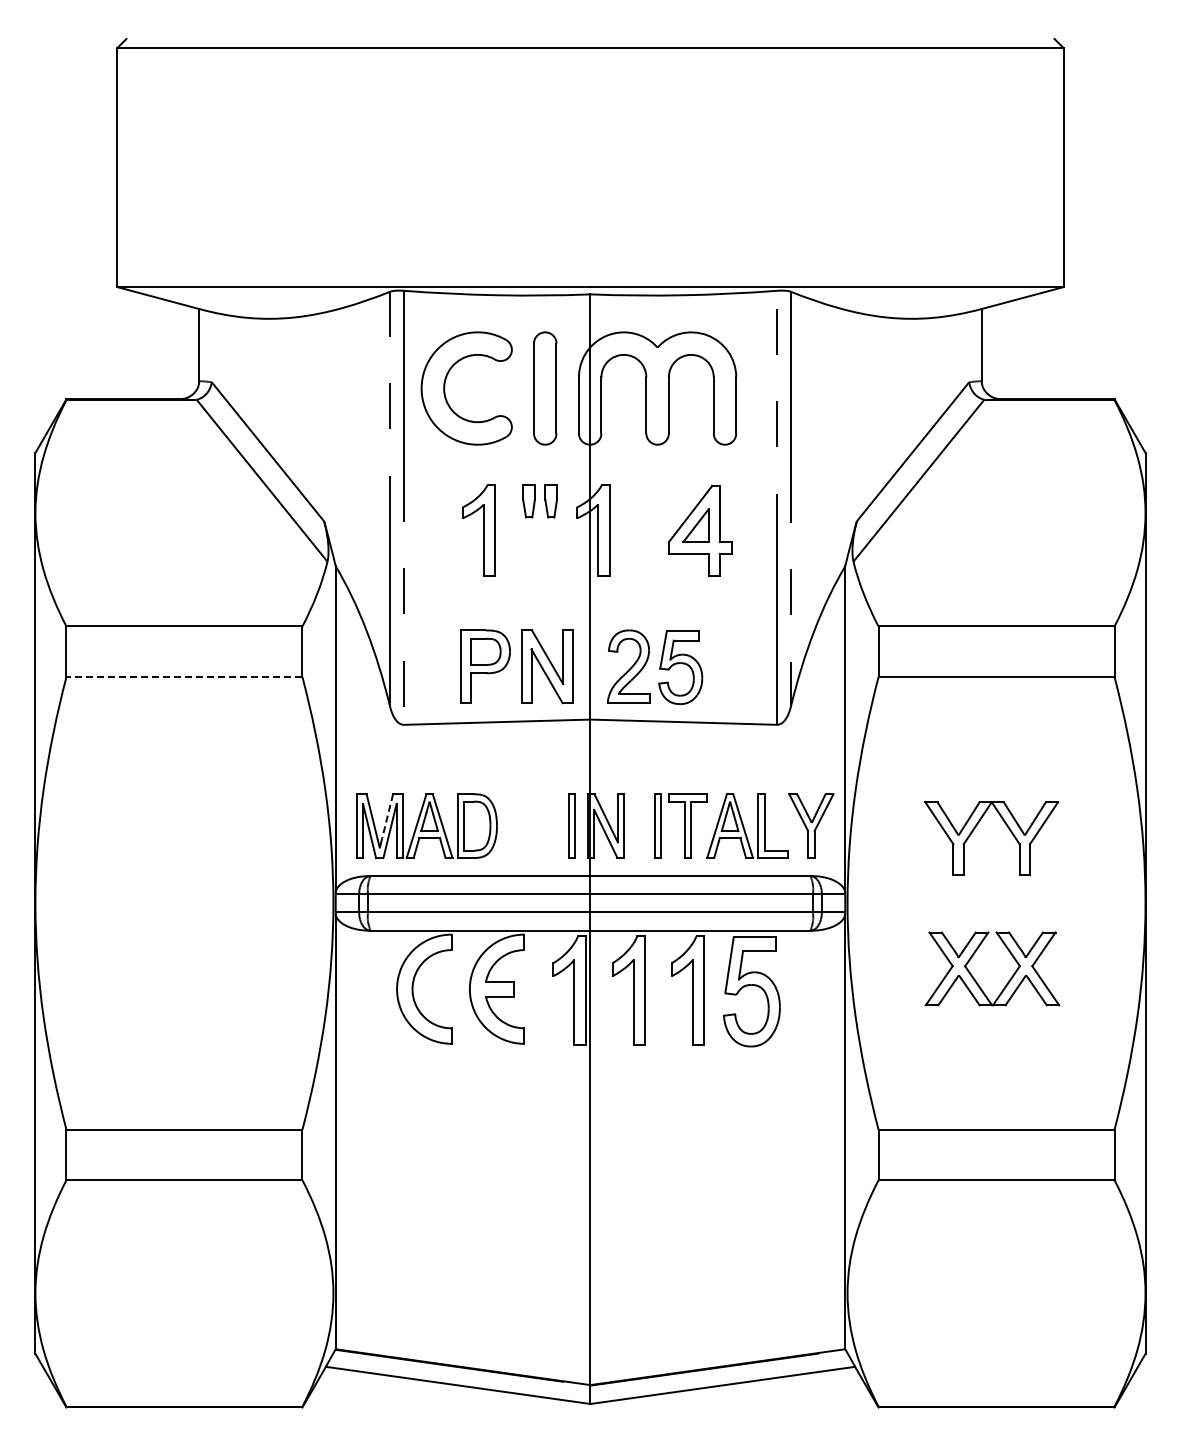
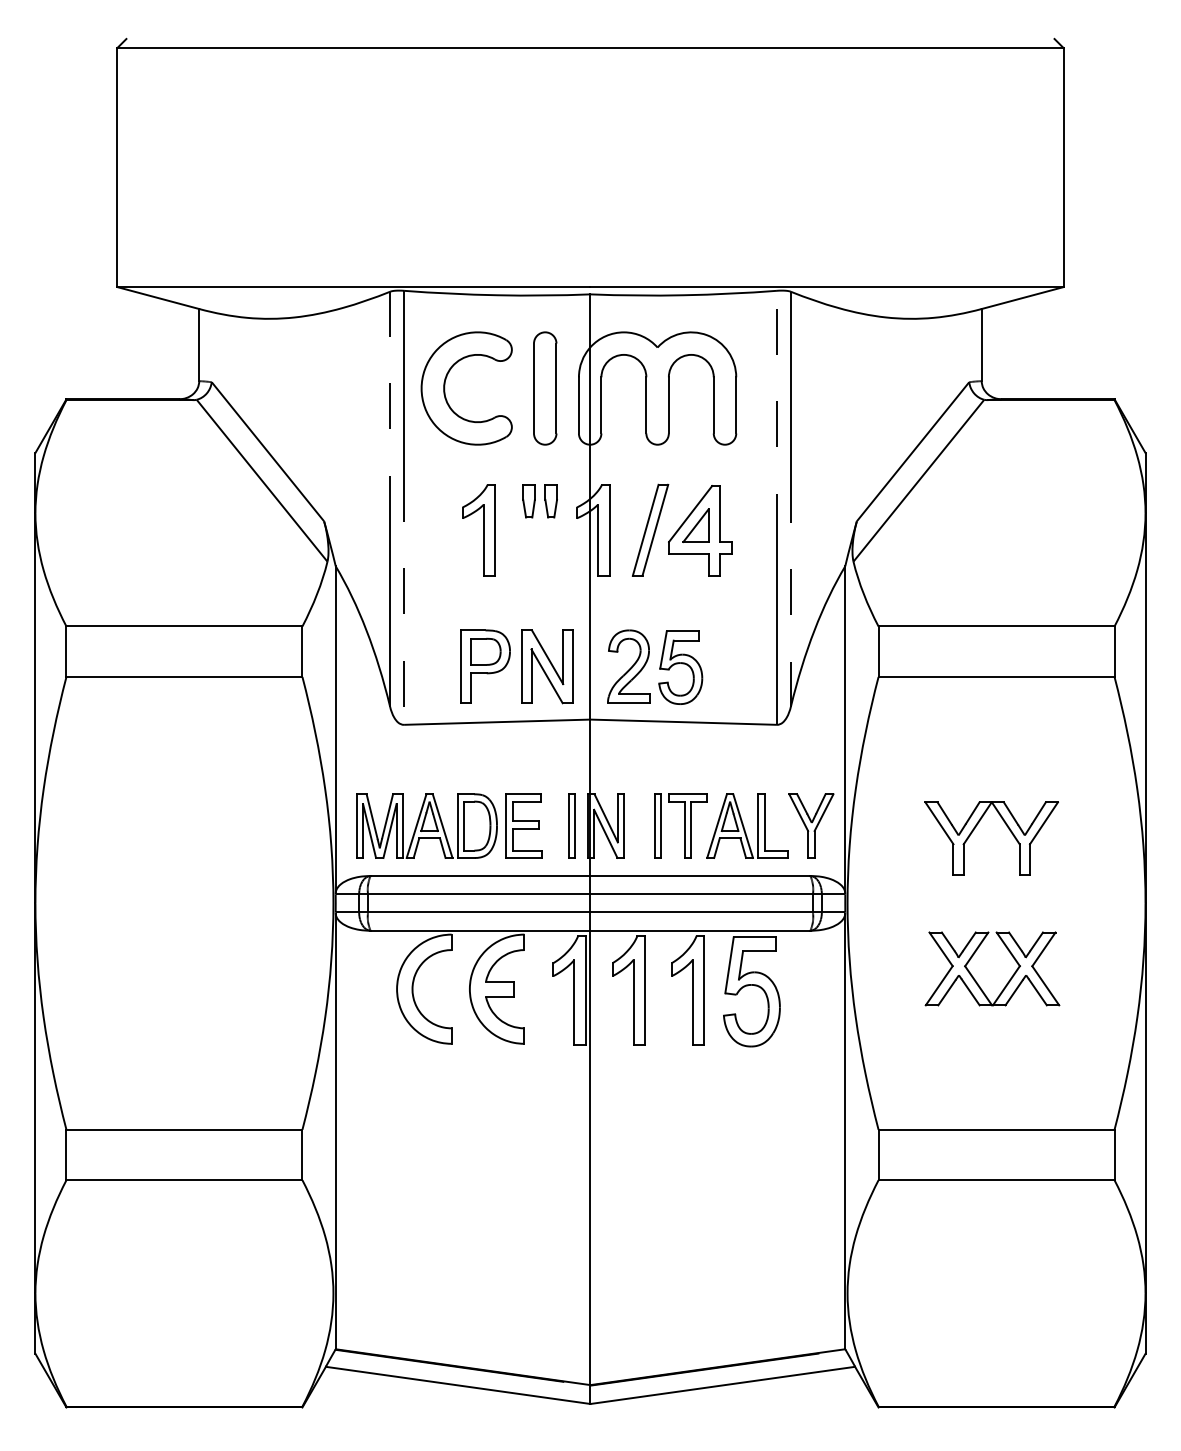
part at (650, 529): none -> present
line at (184, 677): dashed -> solid
line at (387, 816): dashed -> solid
part at (523, 825): none -> present
